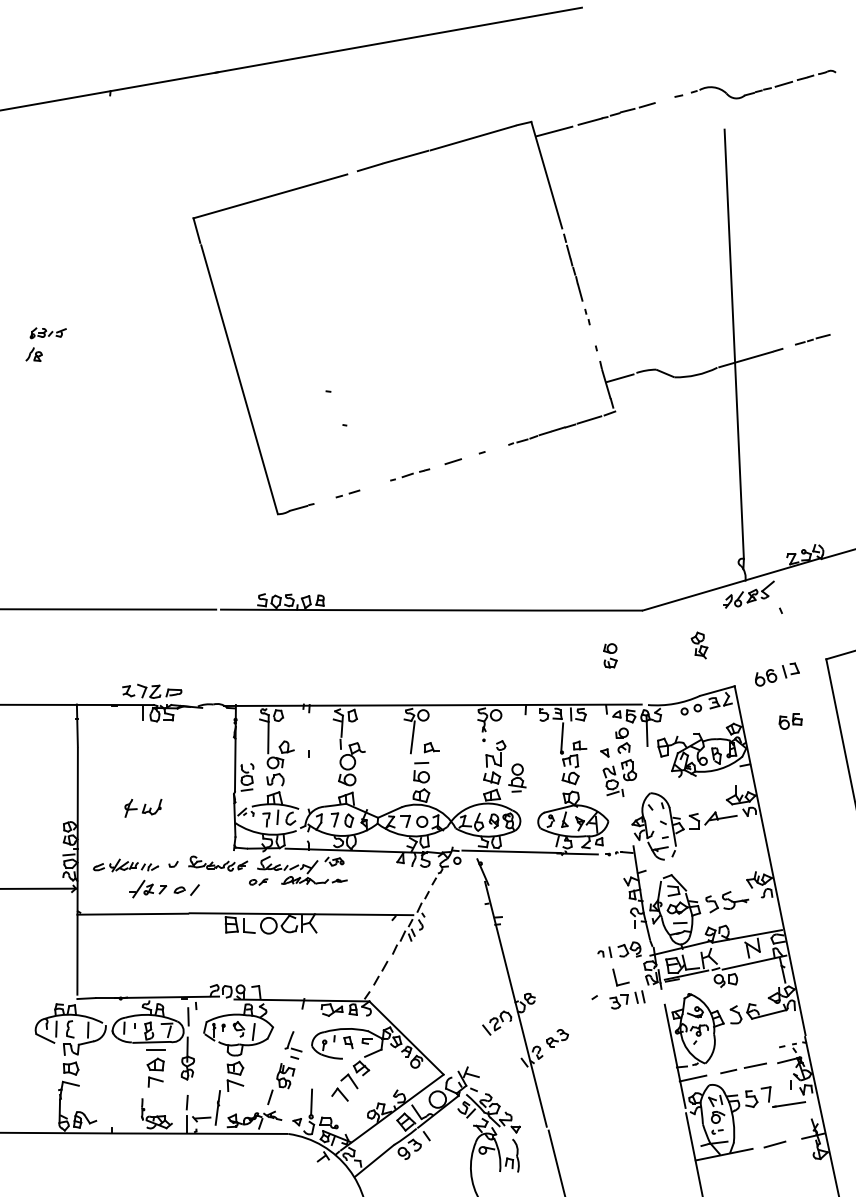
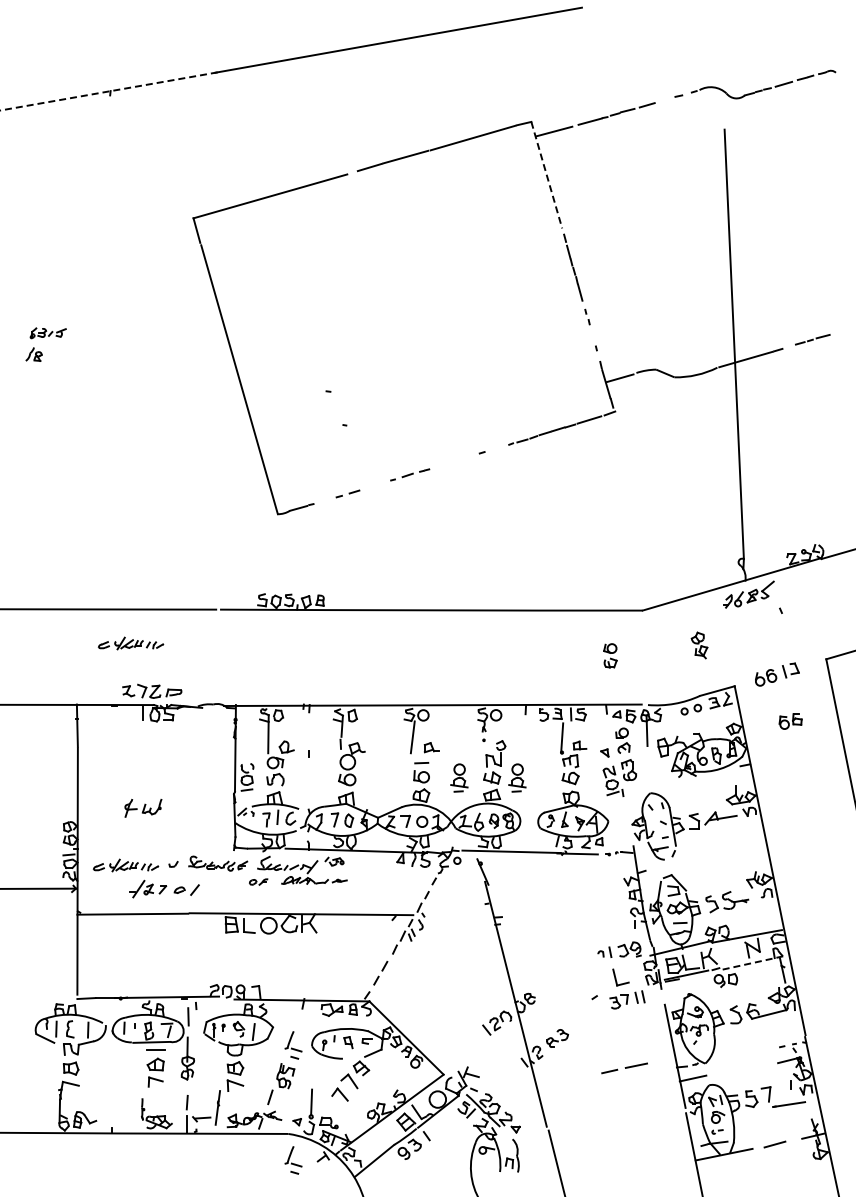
line at (109, 91): solid -> dashed
line at (546, 175): solid -> dashed
line at (452, 461): present -> none
part at (130, 643): none -> present
part at (459, 777): none -> present
line at (754, 962): solid -> dashed
line at (743, 1067) position: (743, 1067) -> (624, 1067)
part at (293, 1160): none -> present
